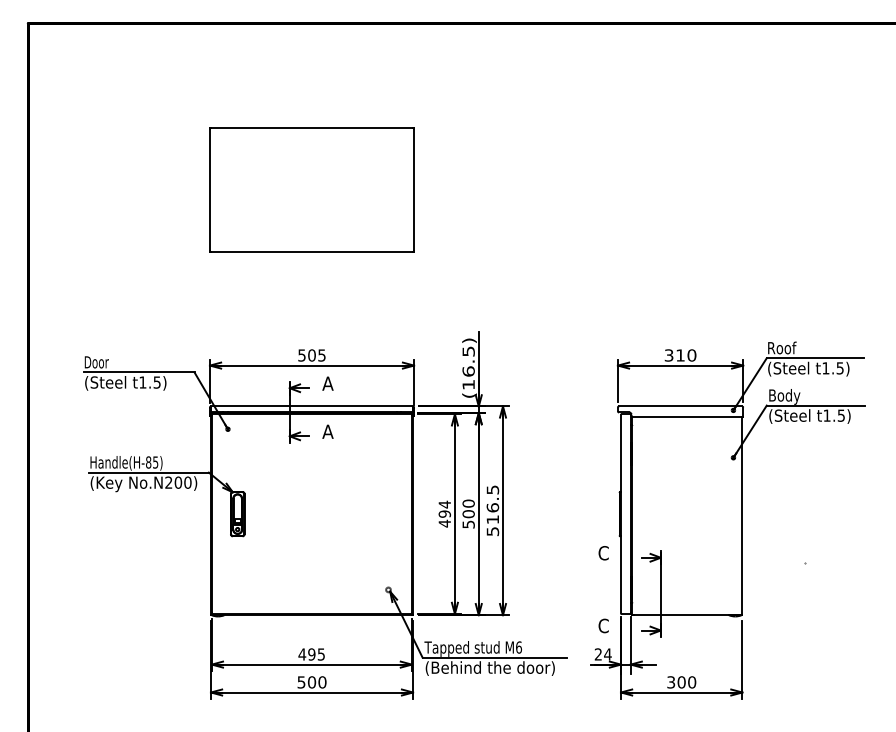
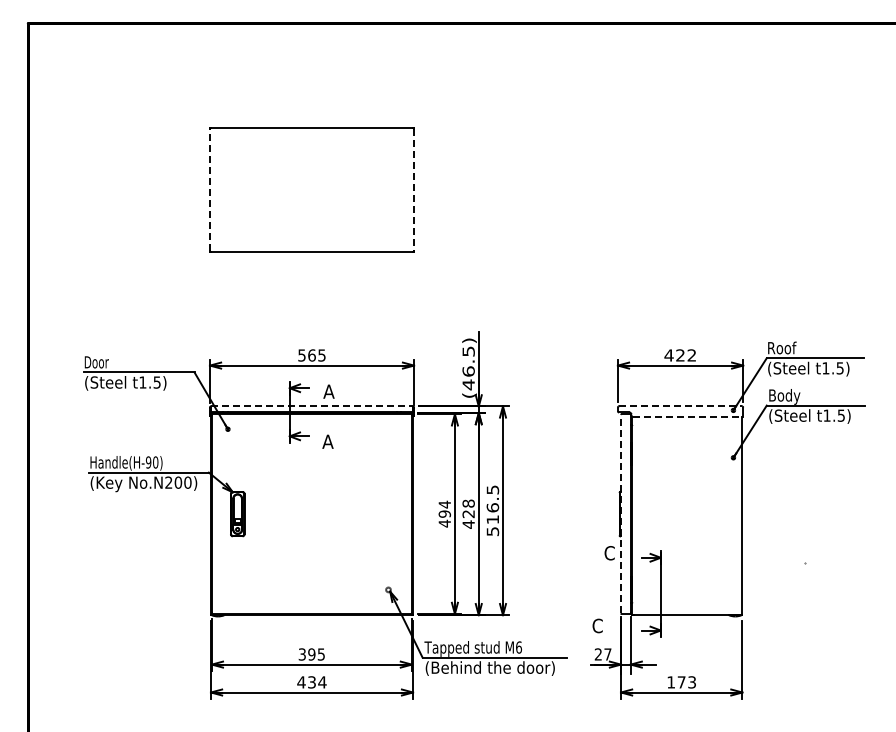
line at (209, 189): solid -> dashed
line at (414, 190): solid -> dashed
text at (311, 355): 505 -> 565
text at (680, 355): 310 -> 422
text at (327, 383) position: (327, 383) -> (328, 391)
text at (468, 384): (16.5) -> (46.5)
line at (312, 406): solid -> dashed
line at (681, 406): solid -> dashed
line at (688, 416): solid -> dashed
text at (327, 431) position: (327, 431) -> (327, 441)
text at (151, 462): Handle(H-85) -> Handle(H-90)
text at (468, 513): 500 -> 428
line at (621, 513): solid -> dashed
text at (603, 553) position: (603, 553) -> (609, 553)
text at (603, 625) position: (603, 625) -> (597, 625)
text at (302, 654): 495 -> 395
text at (607, 654): 24 -> 27
text at (311, 682): 500 -> 434
text at (681, 682): 300 -> 173
